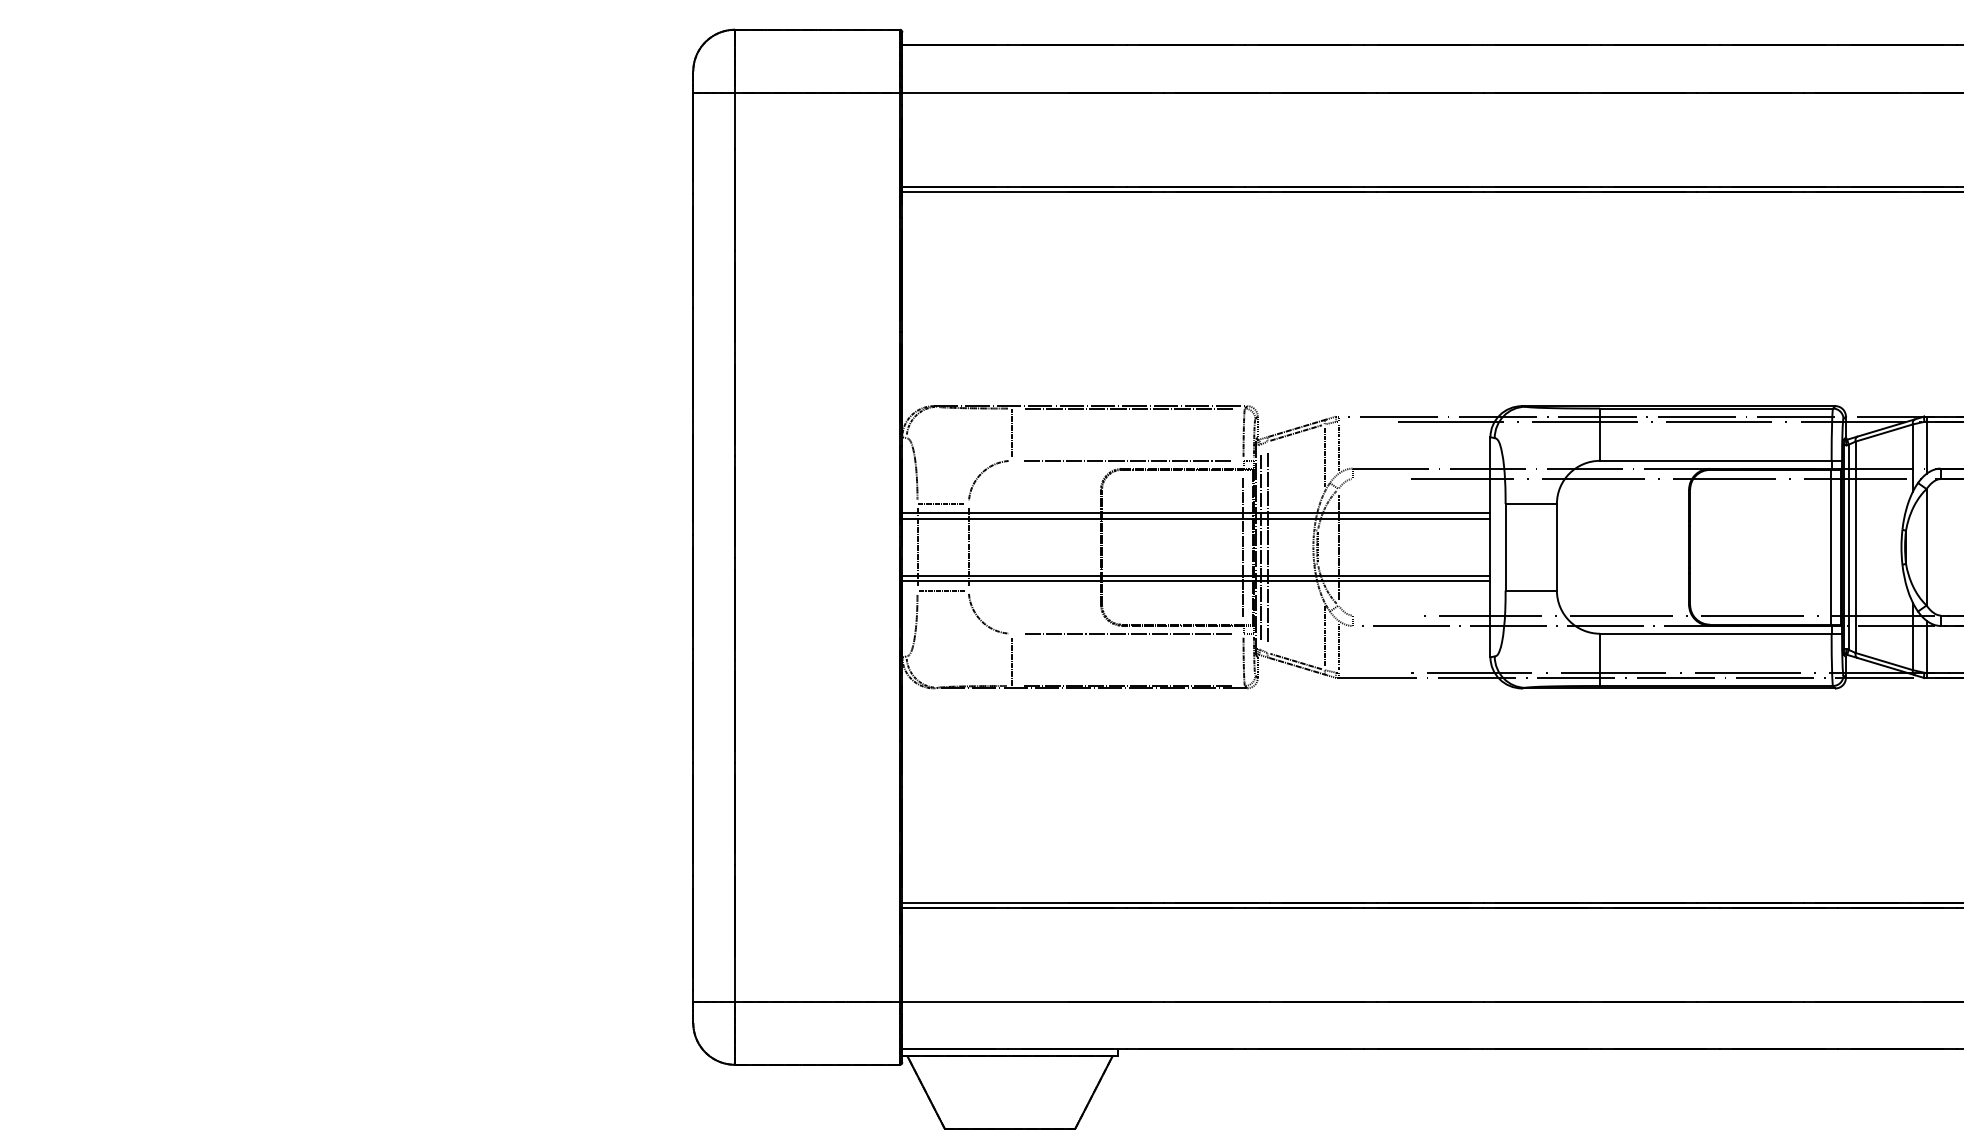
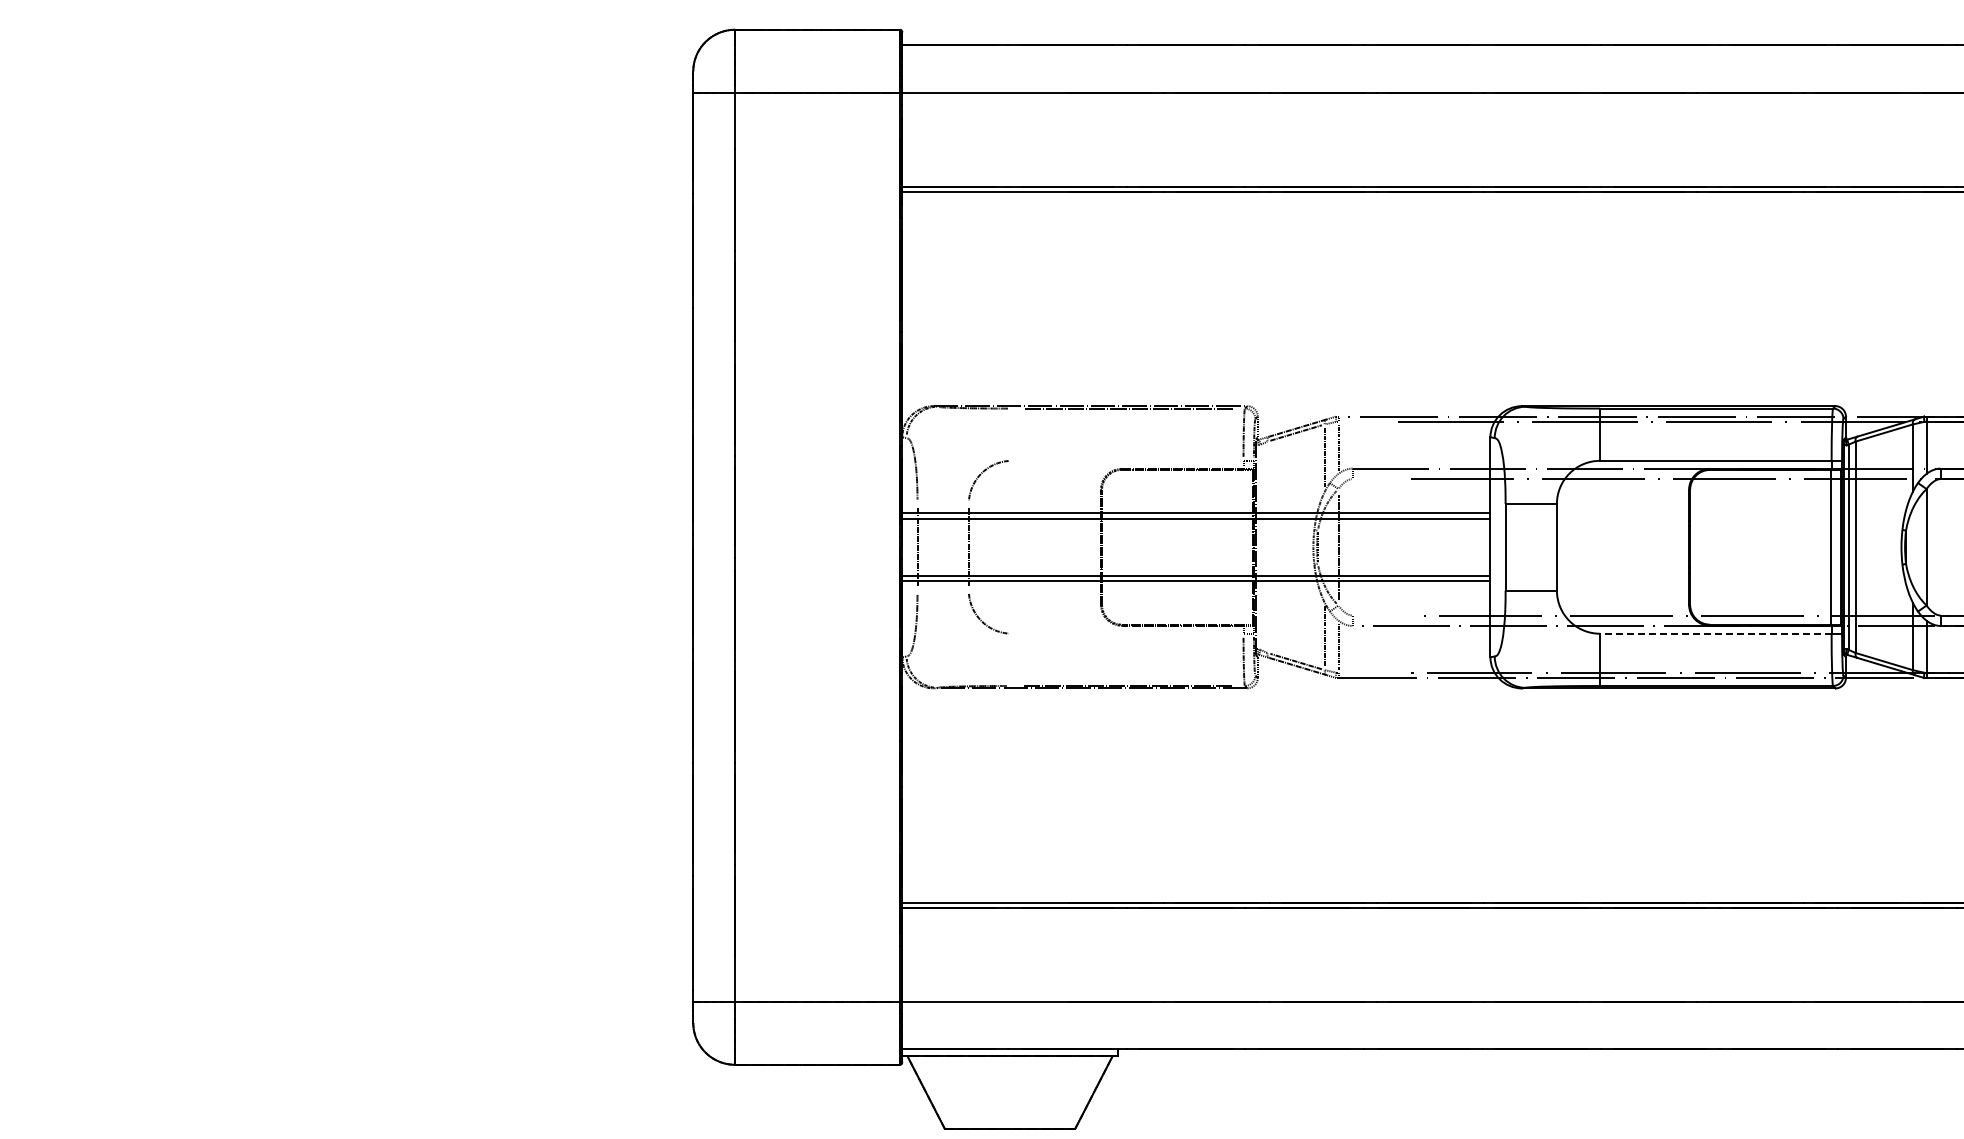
line at (1012, 432): present -> none
line at (1127, 460): present -> none
line at (941, 504): present -> none
line at (1242, 546): present -> none
line at (1260, 546): present -> none
line at (1267, 547): present -> none
line at (941, 590): present -> none
line at (1127, 633): present -> none
line at (1715, 633): solid -> dashed
line at (1012, 661): present -> none
